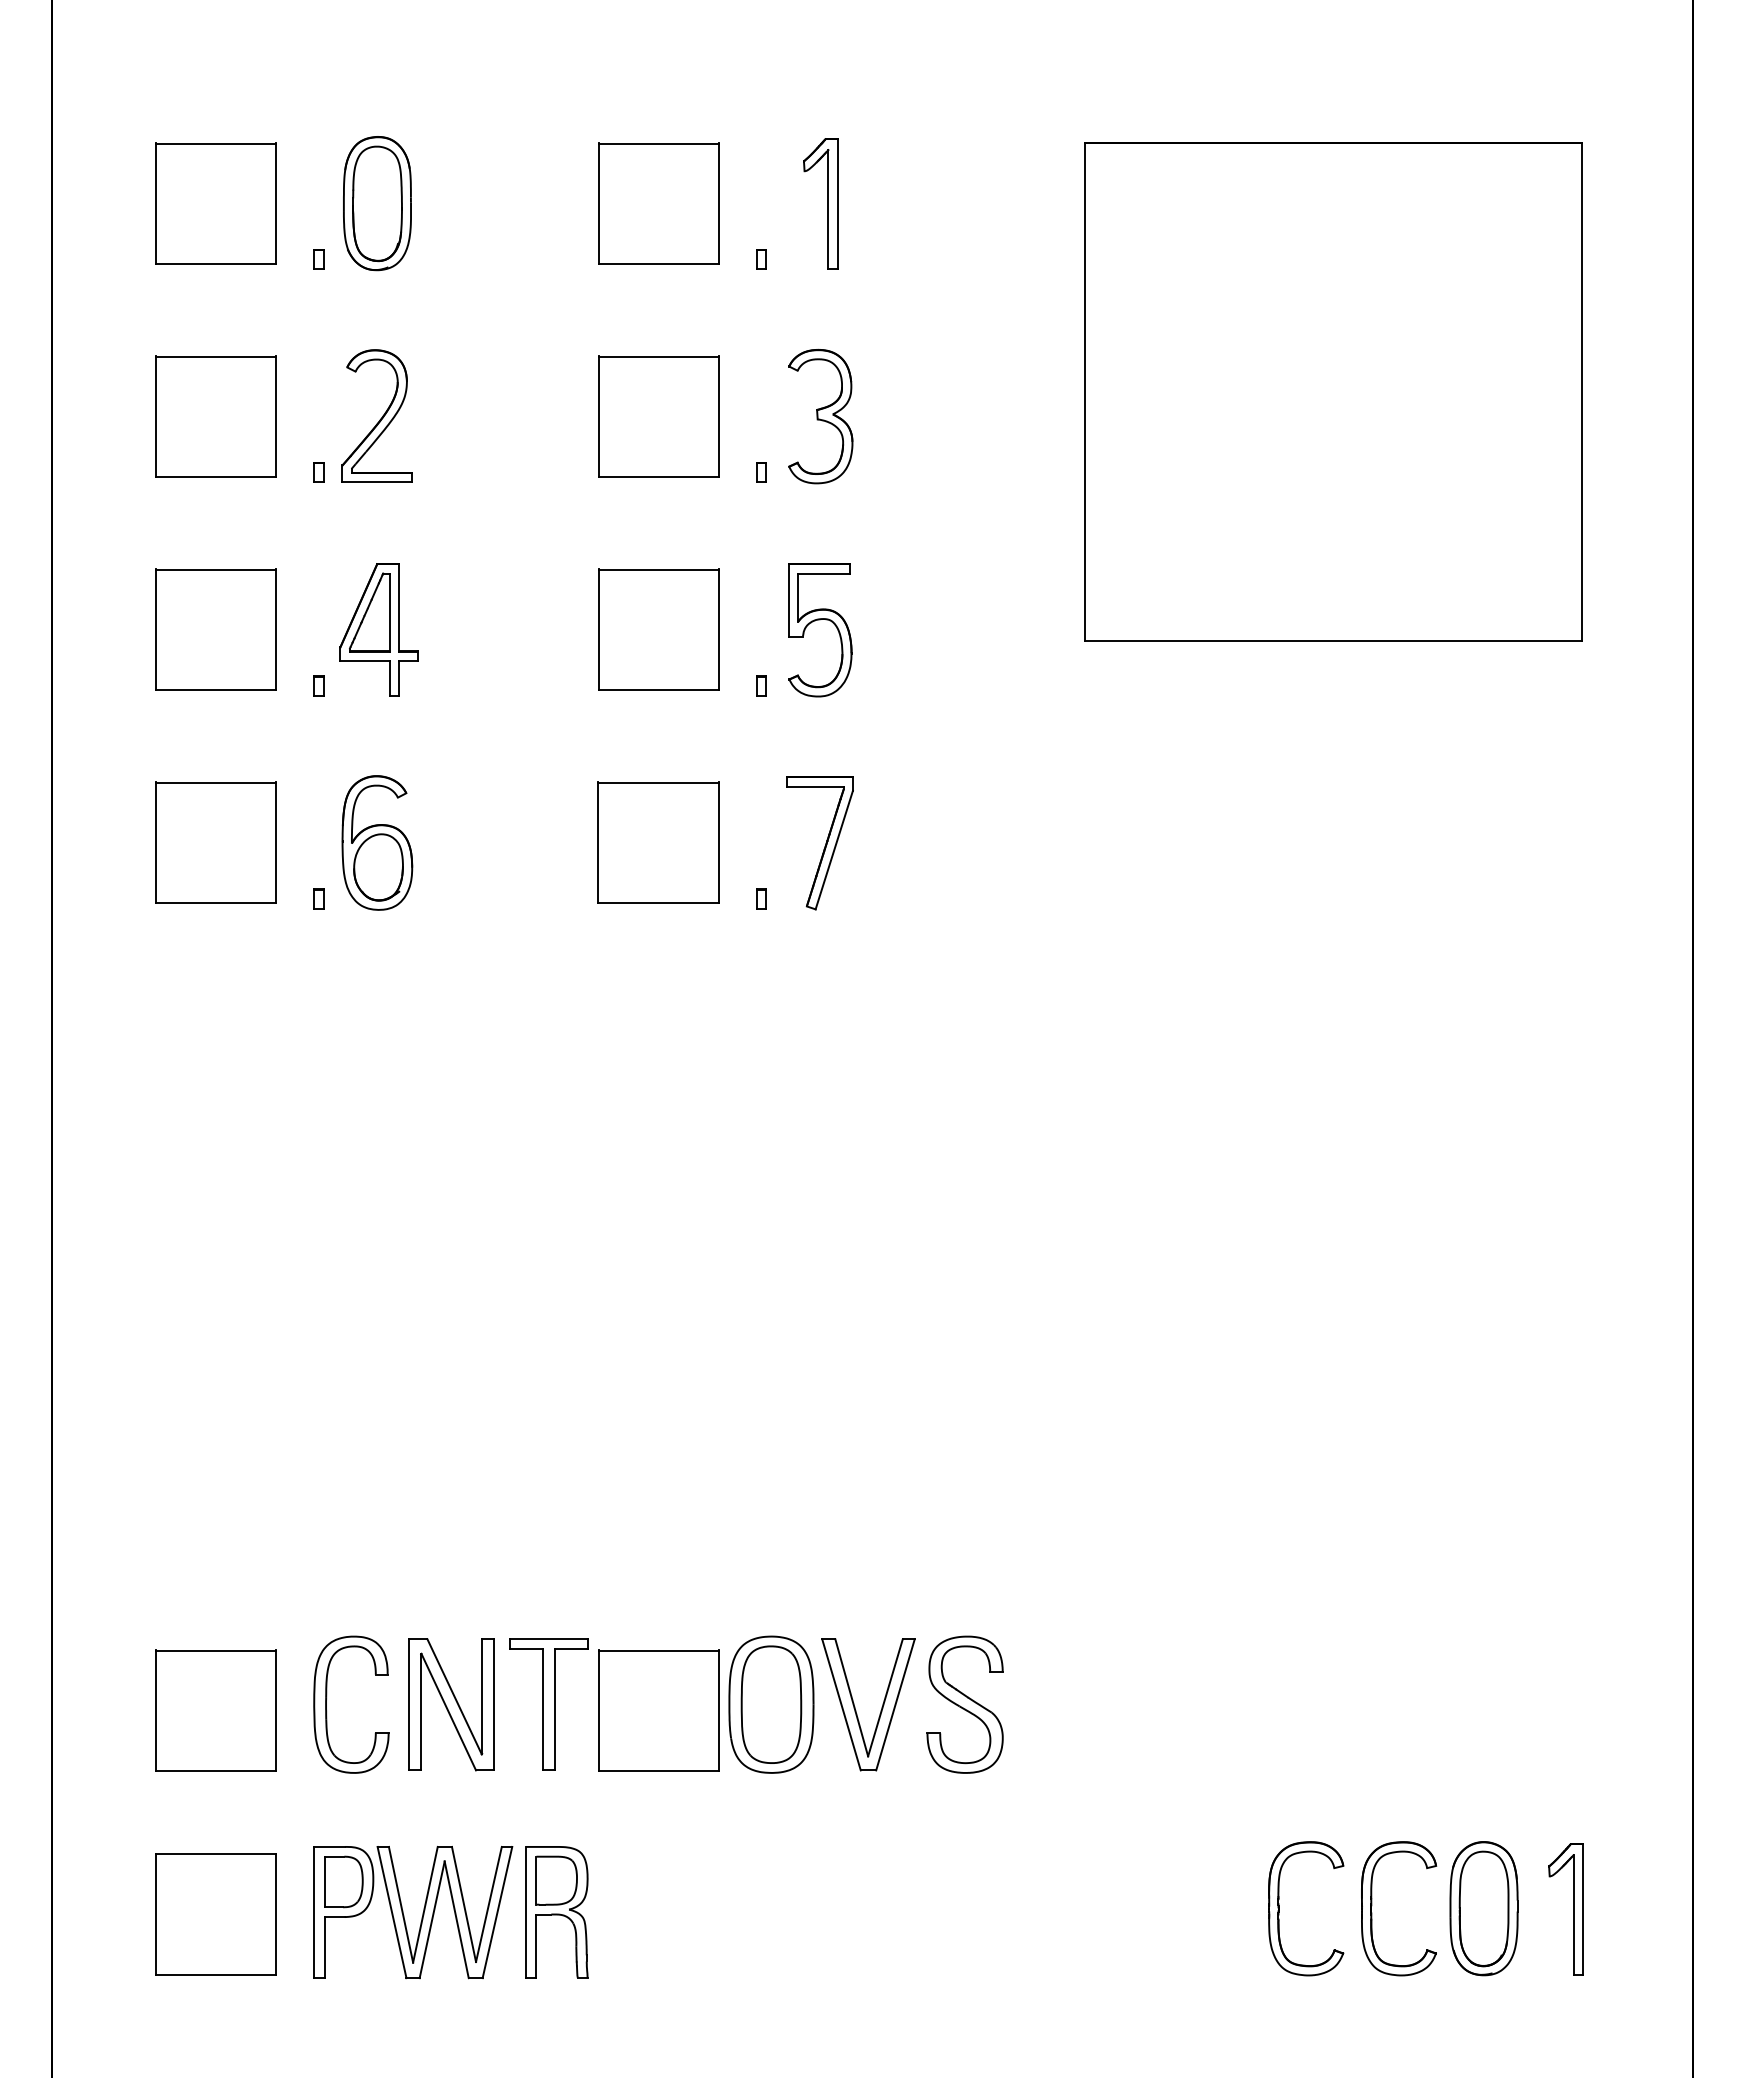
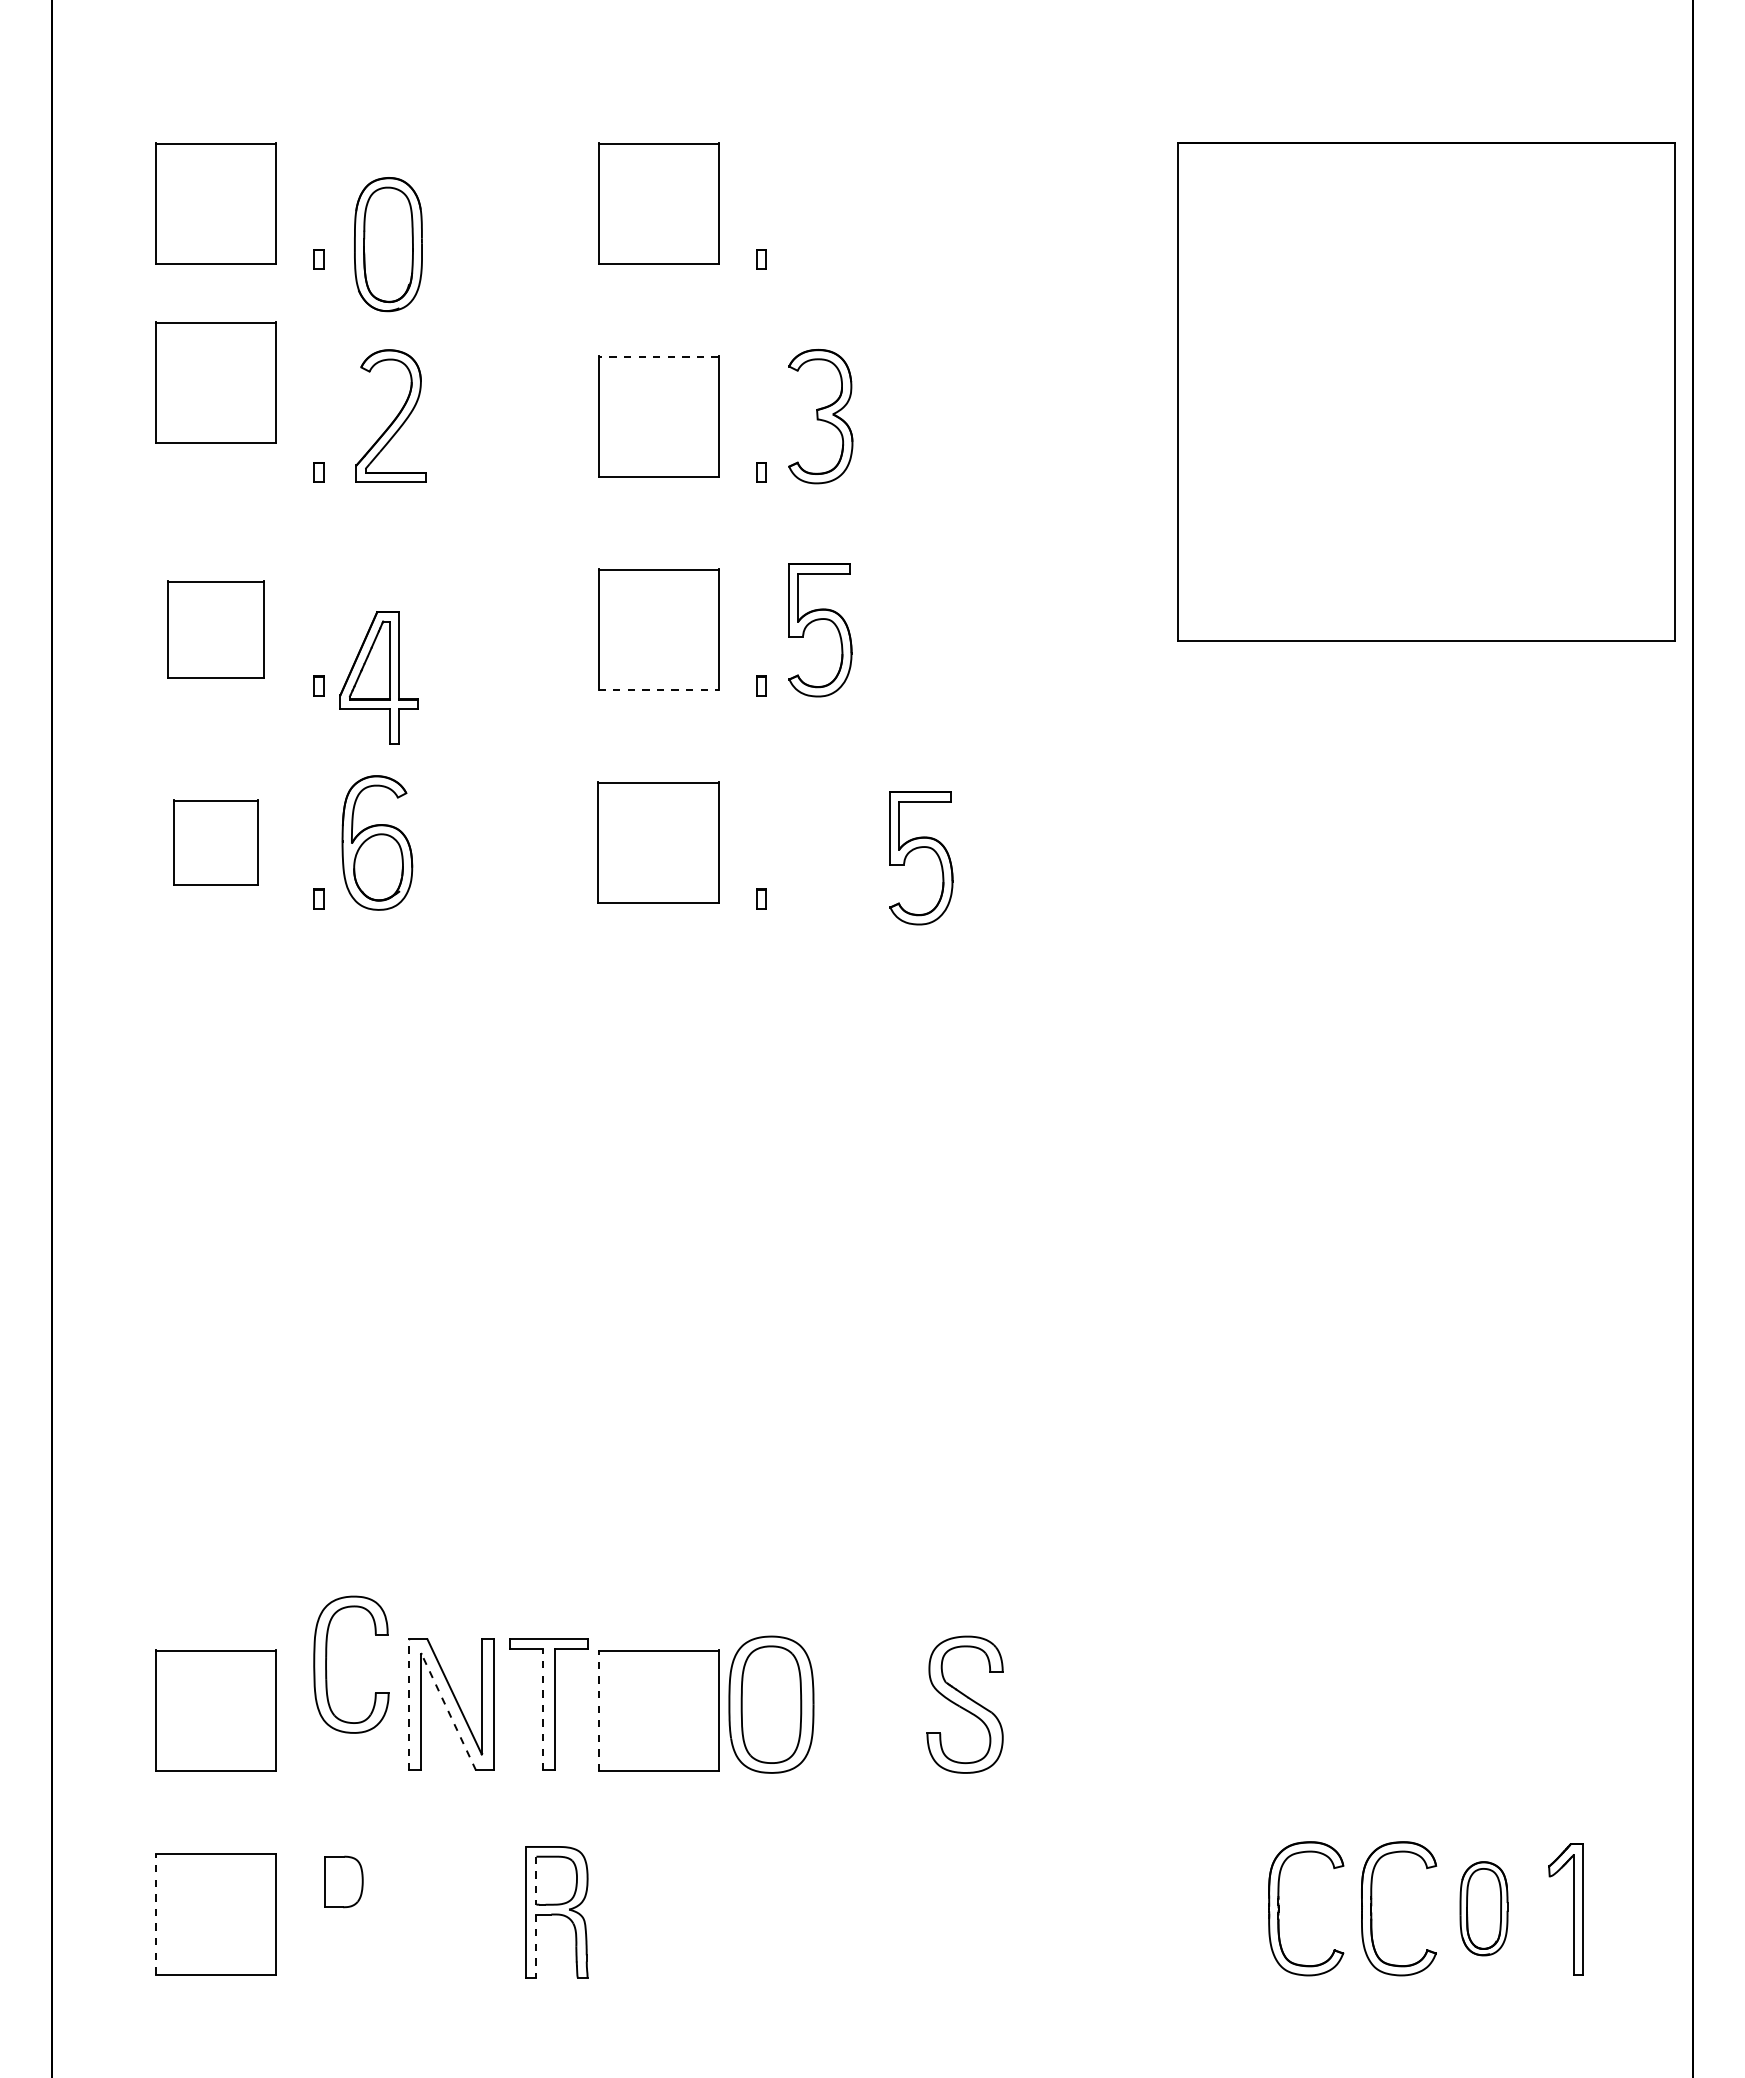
part at (377, 203) position: (377, 203) -> (388, 244)
part at (827, 203): present -> none
line at (658, 356): solid -> dashed
part at (1333, 391) position: (1333, 391) -> (1426, 391)
part at (376, 415) position: (376, 415) -> (390, 415)
part at (215, 416) position: (215, 416) -> (215, 382)
part at (215, 629) size: 122x123 px -> 98x99 px
part at (378, 629) position: (378, 629) -> (378, 677)
line at (659, 690): solid -> dashed
part at (215, 842) size: 122x123 px -> 86x87 px
part at (819, 843): present -> none
part at (921, 848): none -> present
part at (327, 1698) position: (327, 1698) -> (327, 1658)
line at (409, 1704): solid -> dashed
part at (855, 1706): present -> none
line at (543, 1709): solid -> dashed
line at (598, 1710): solid -> dashed
line at (448, 1711): solid -> dashed
line at (536, 1880): solid -> dashed
part at (1483, 1908) size: 70x136 px -> 50x96 px
part at (422, 1912): present -> none
line at (155, 1913): solid -> dashed
line at (536, 1946): solid -> dashed
